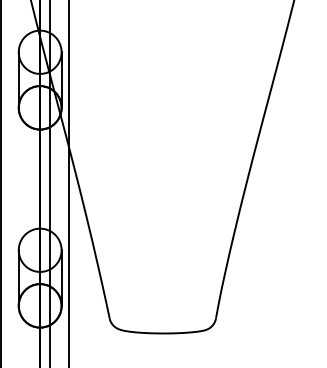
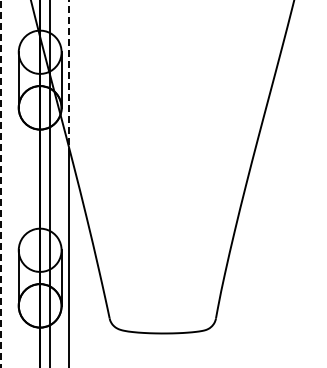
line at (69, 75): solid -> dashed
line at (0, 184): solid -> dashed
